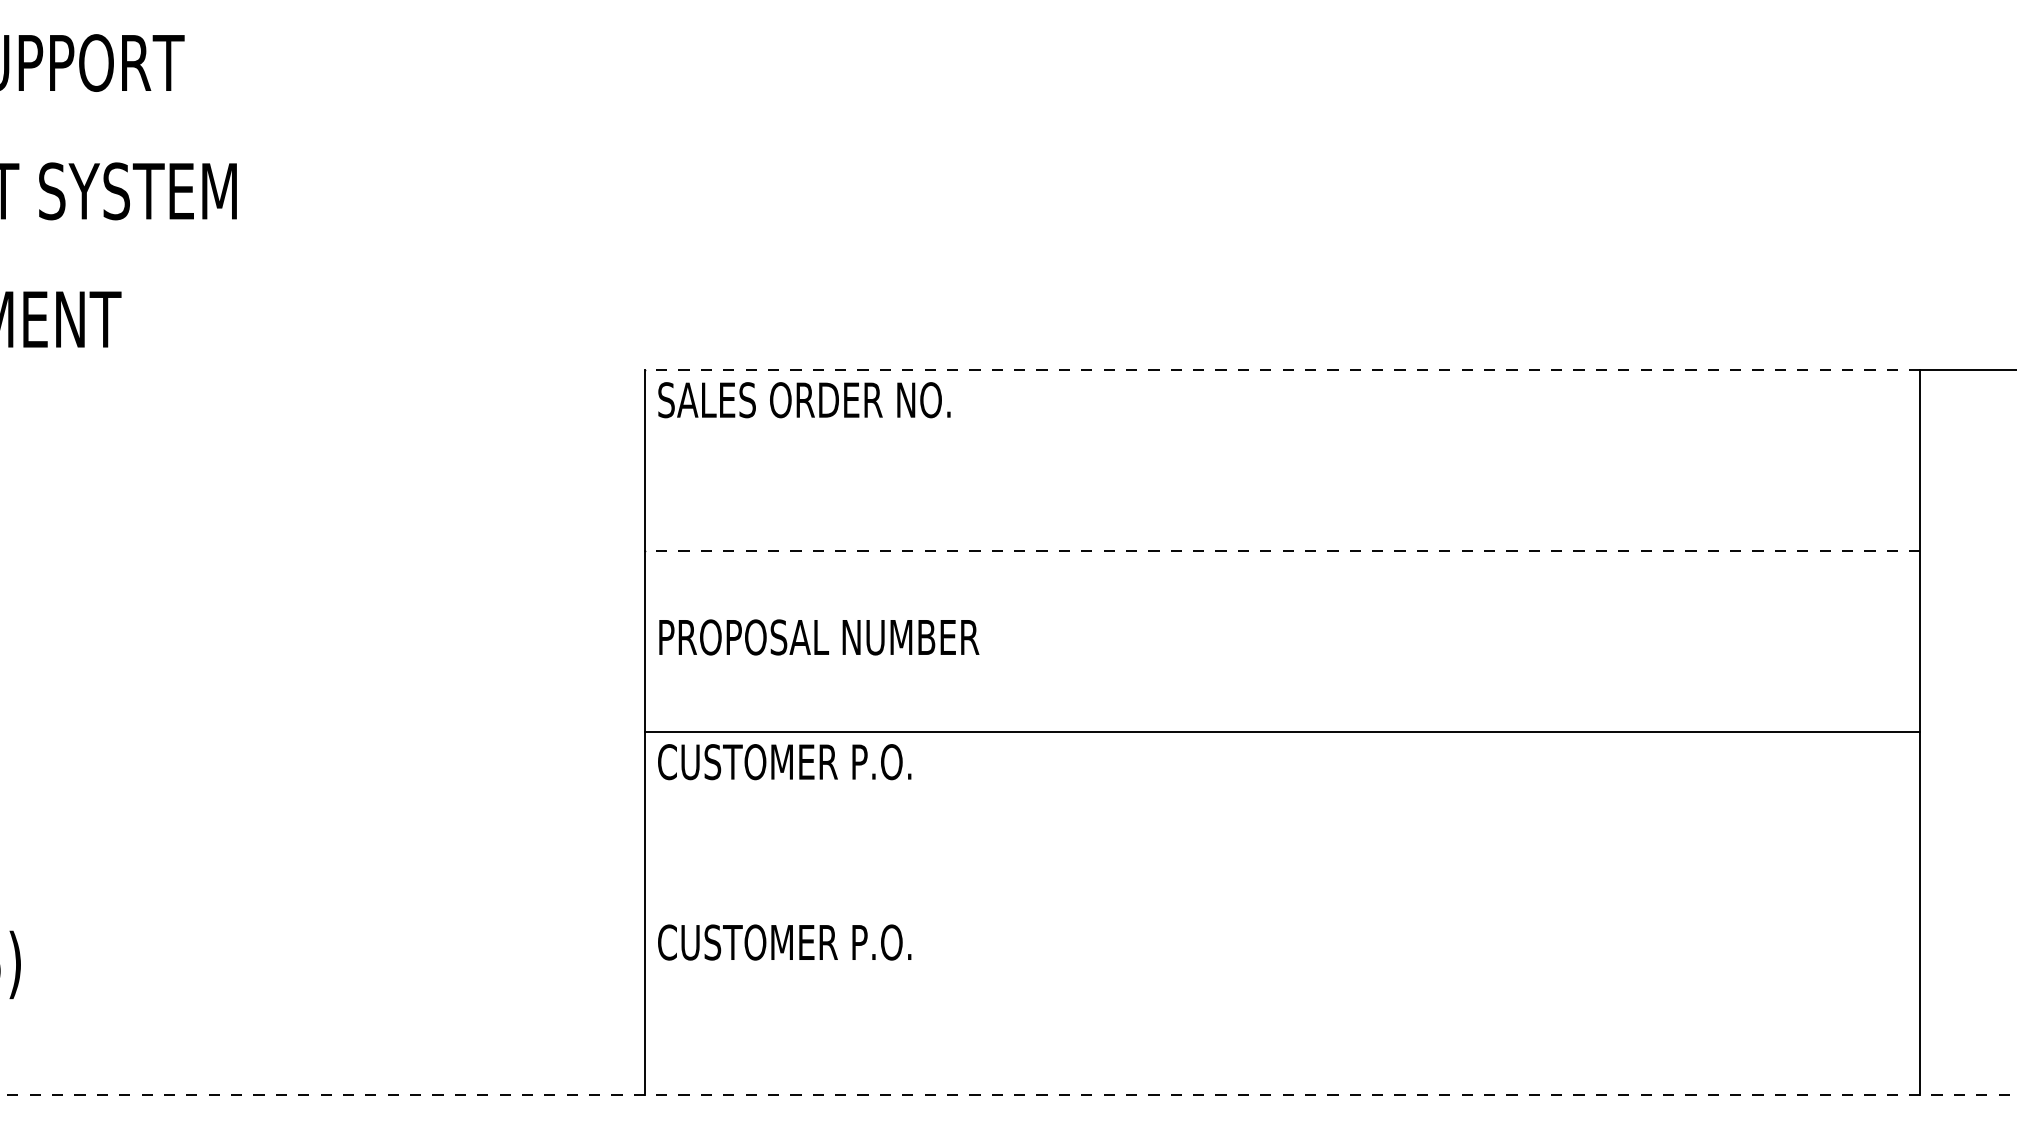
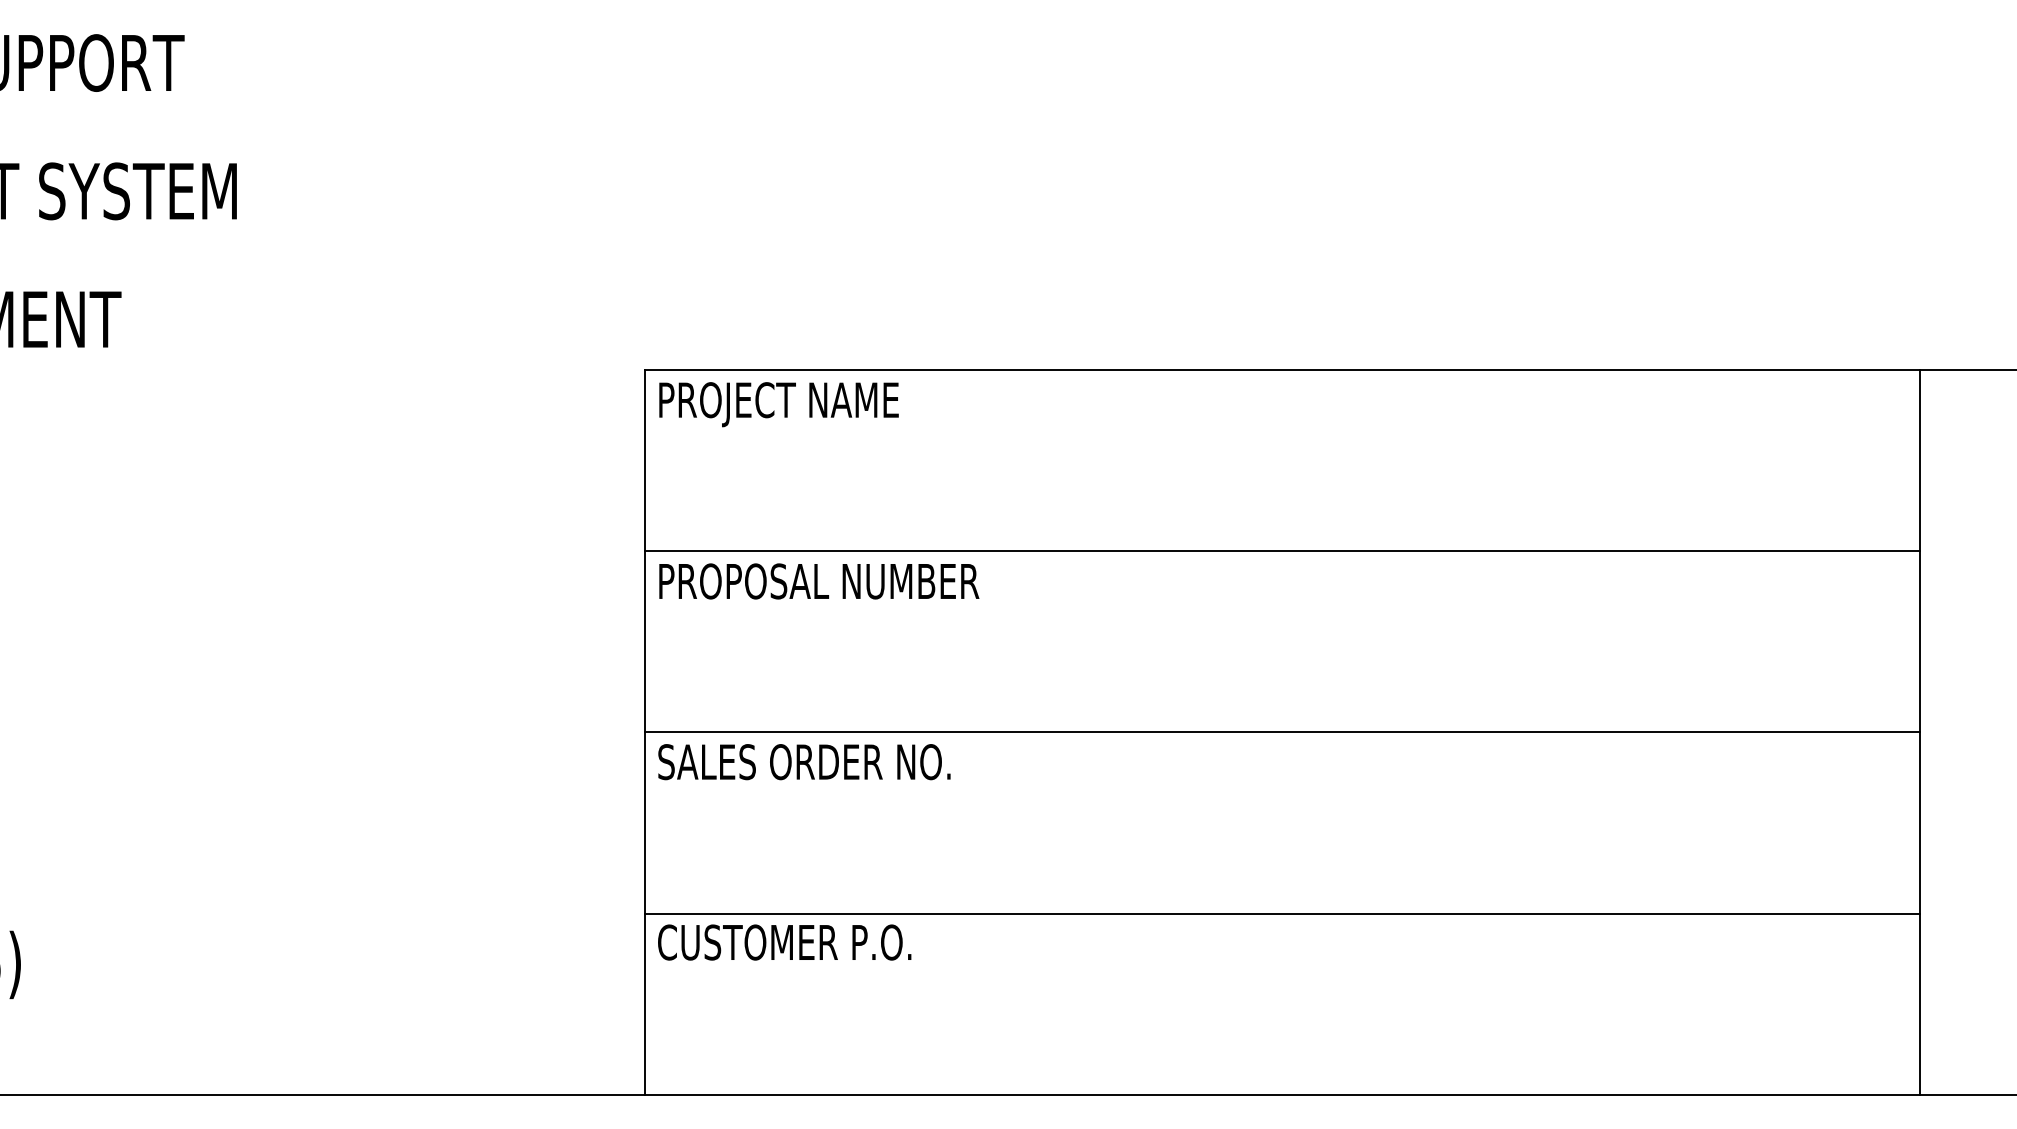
line at (1282, 370): dashed -> solid
text at (804, 404): SALES ORDER NO. -> PROJECT NAME
line at (1282, 551): dashed -> solid
text at (819, 637) position: (819, 637) -> (819, 581)
text at (804, 762): CUSTOMER P.O. -> SALES ORDER NO.
line at (1282, 913): none -> present
line at (1008, 1094): dashed -> solid
